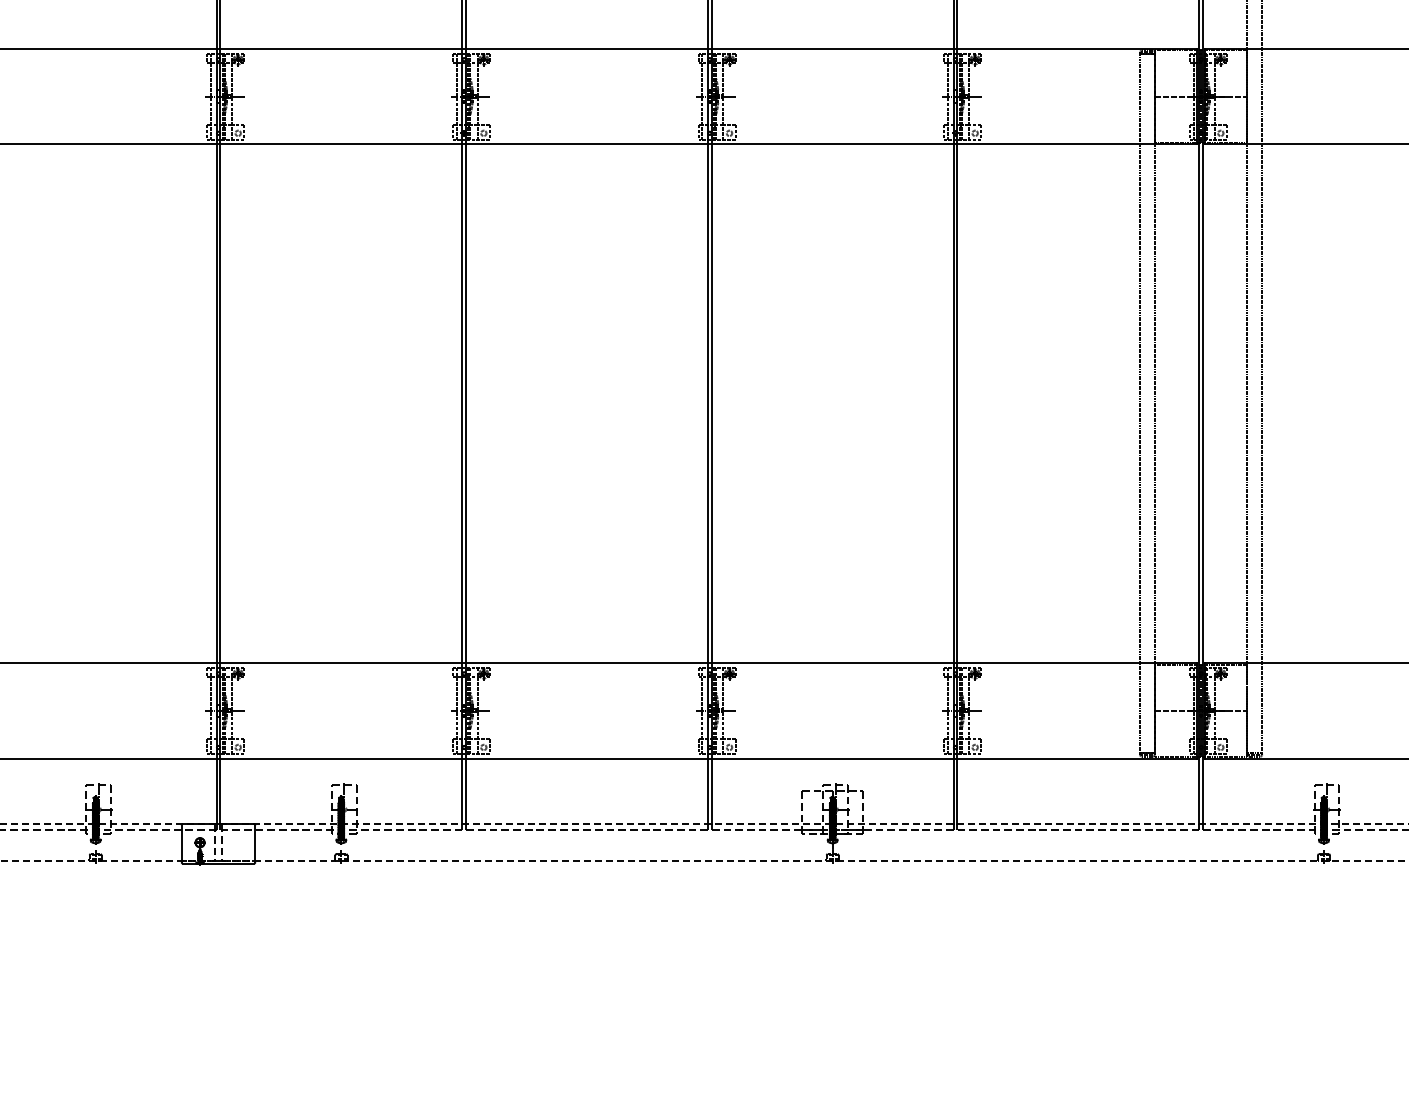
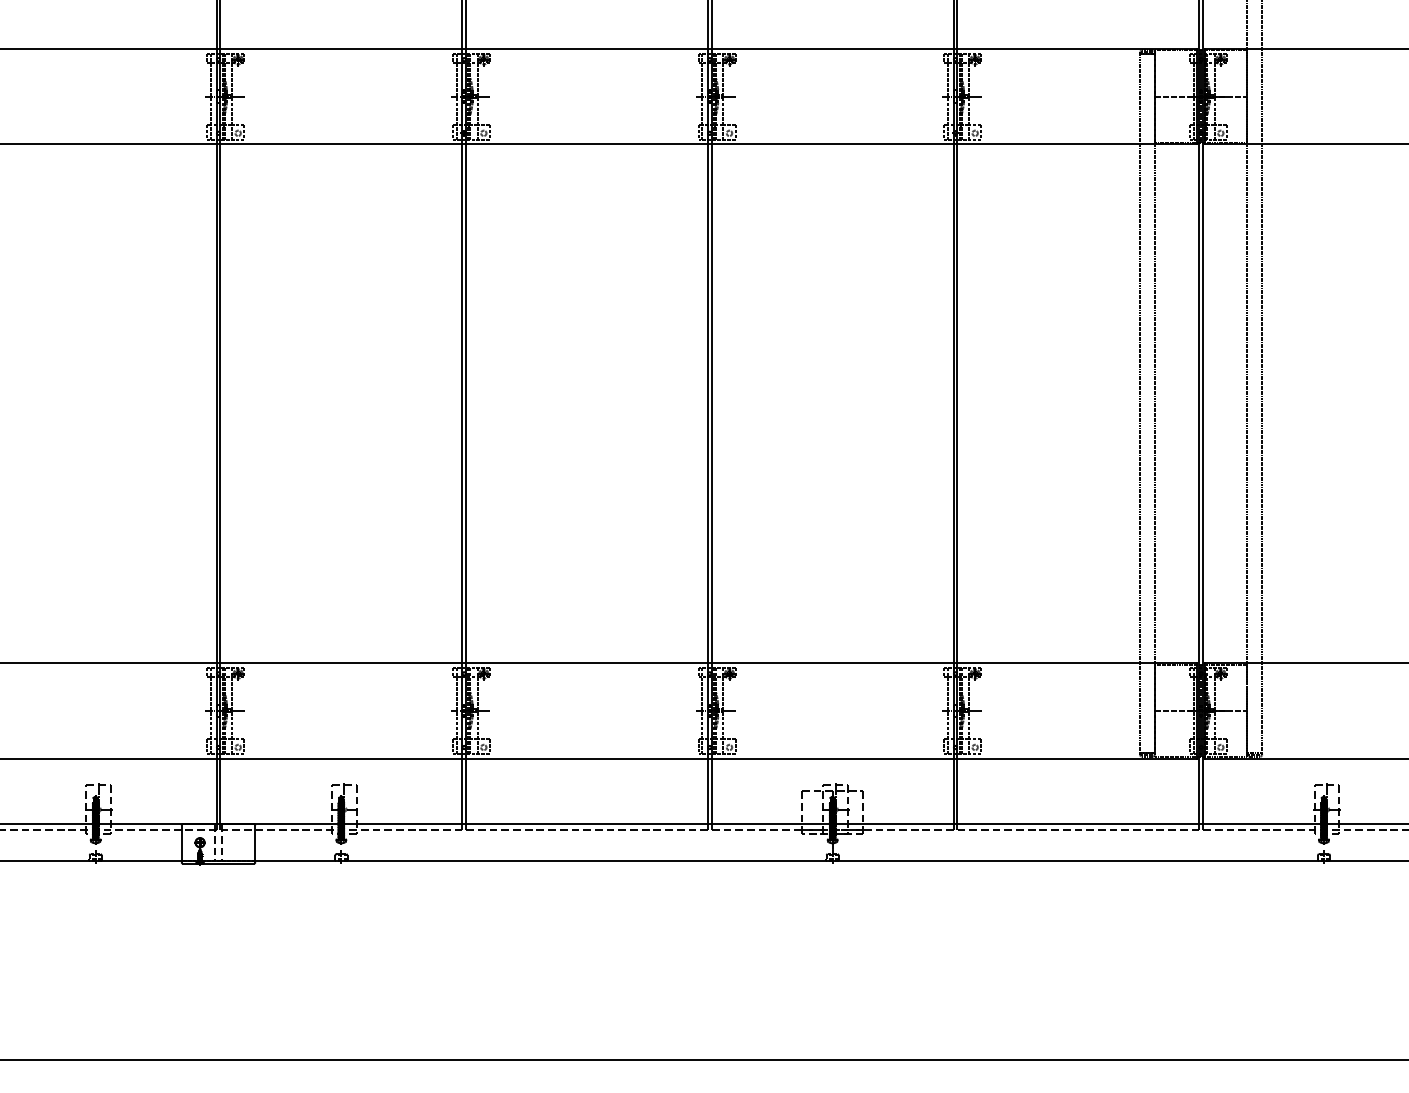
line at (704, 824): dashed -> solid
line at (704, 861): dashed -> solid
line at (703, 1060): none -> present
